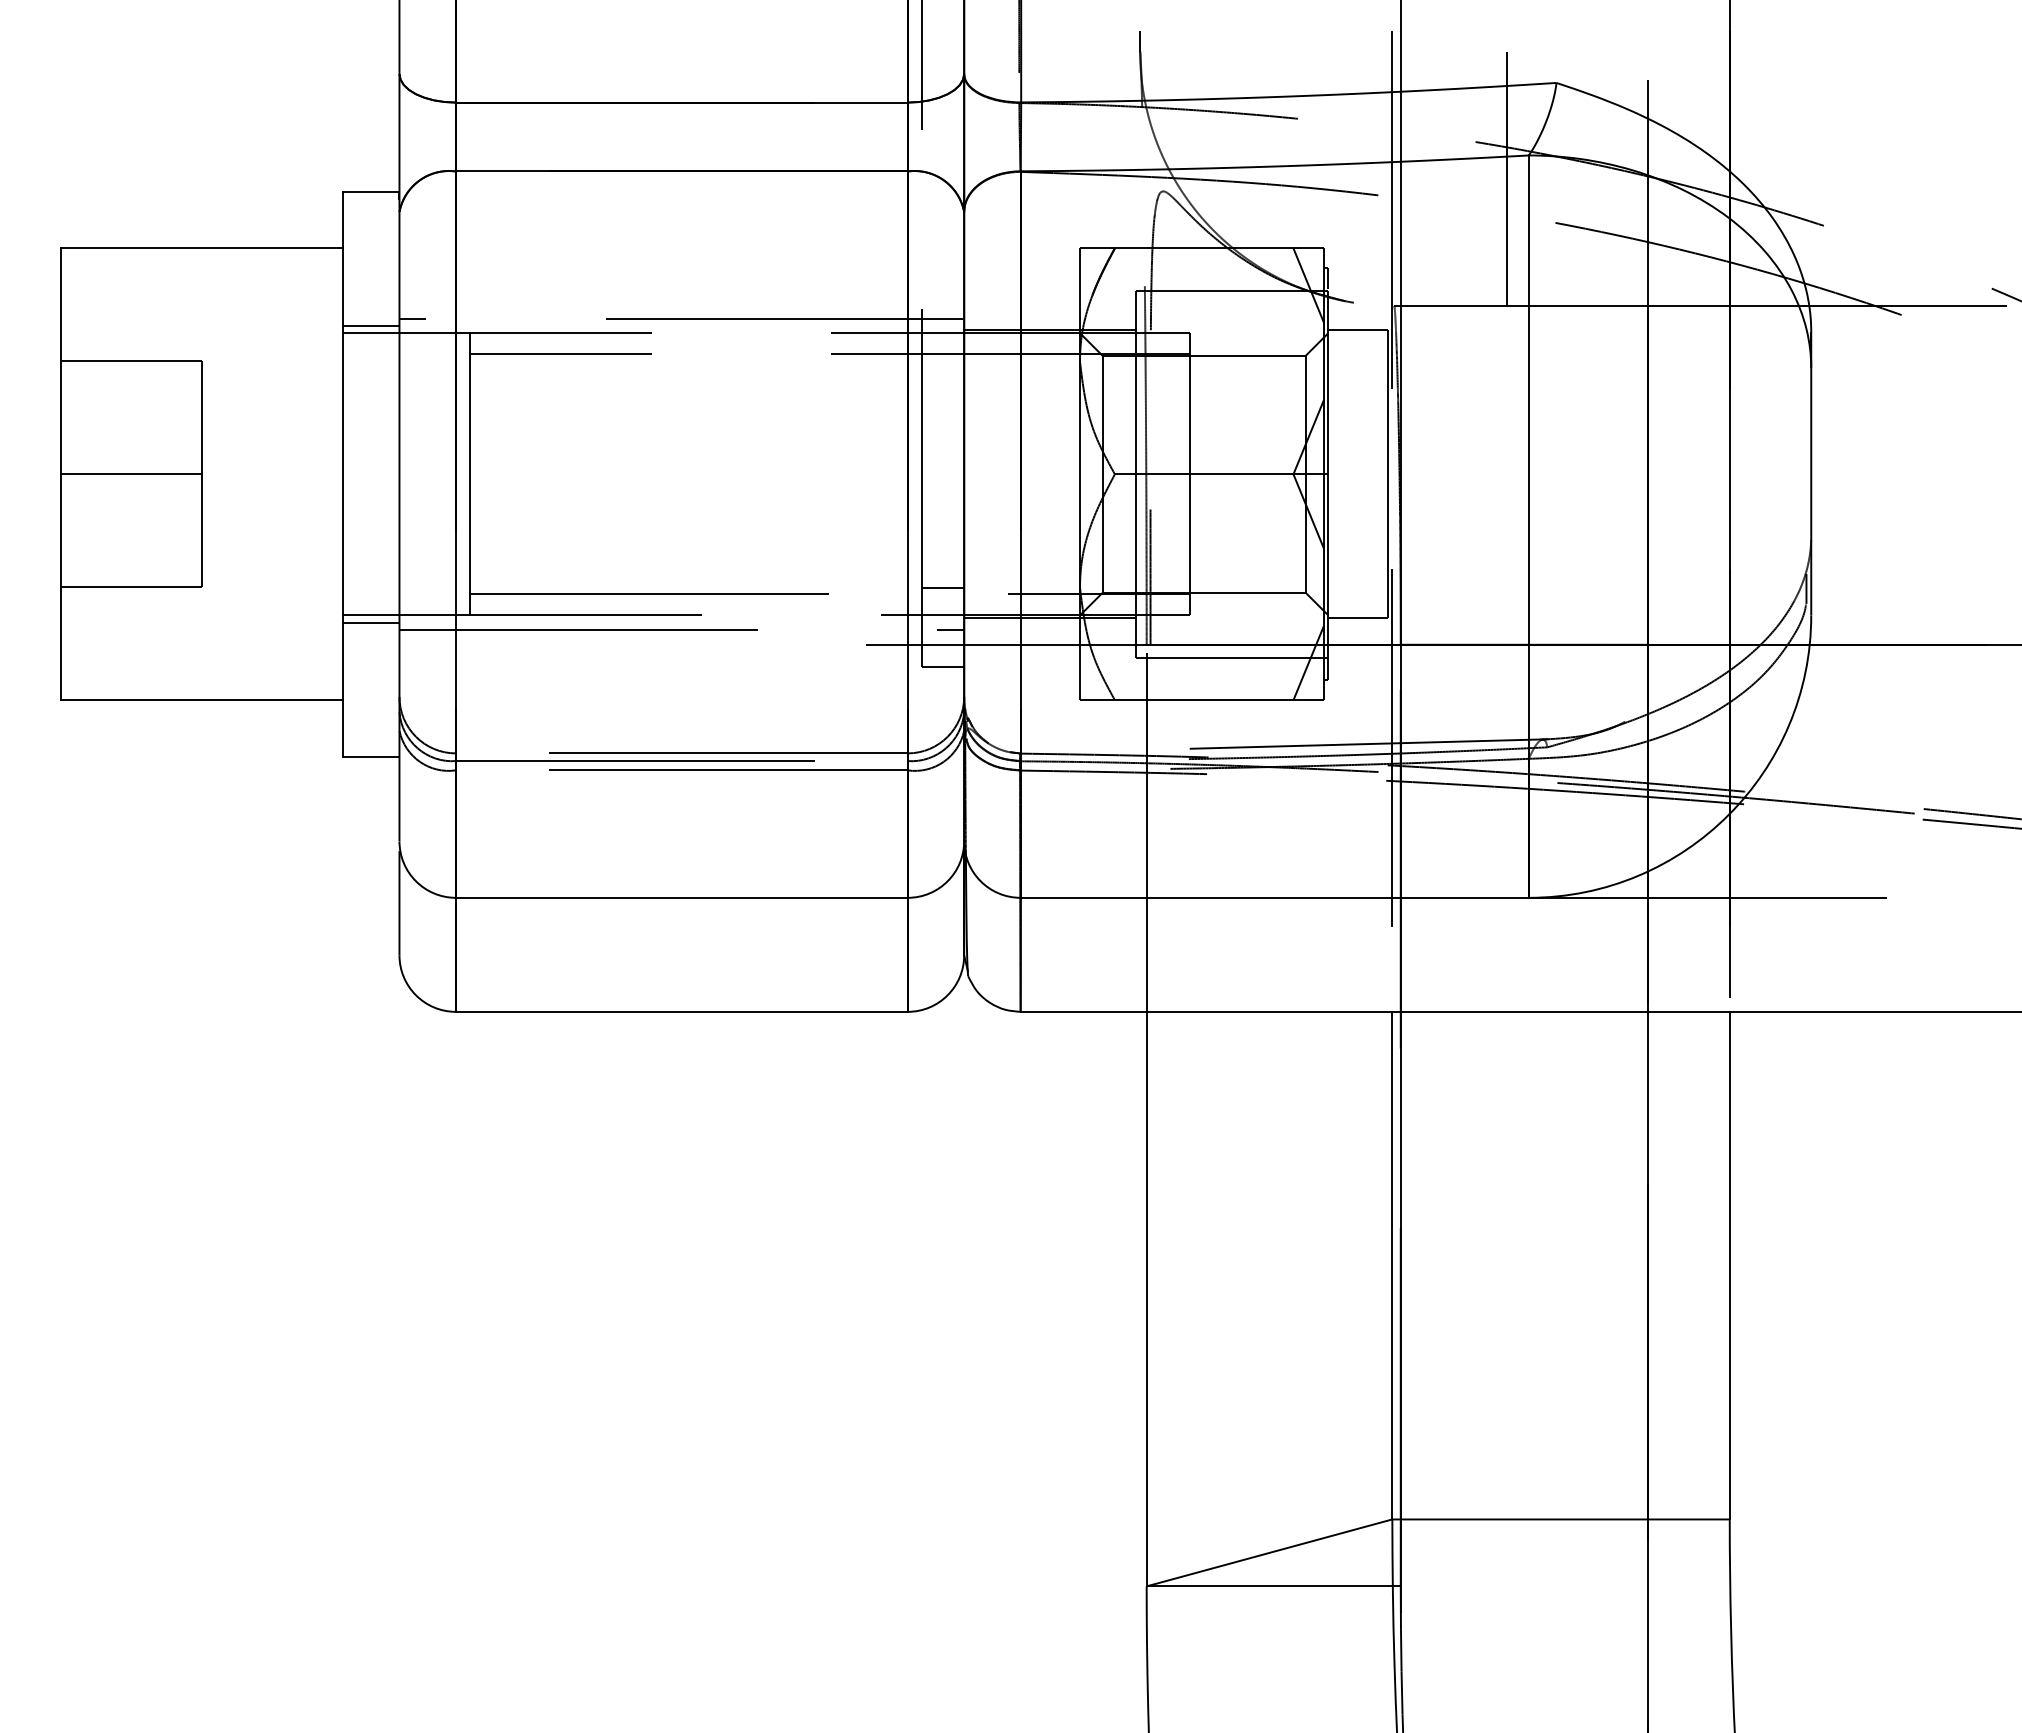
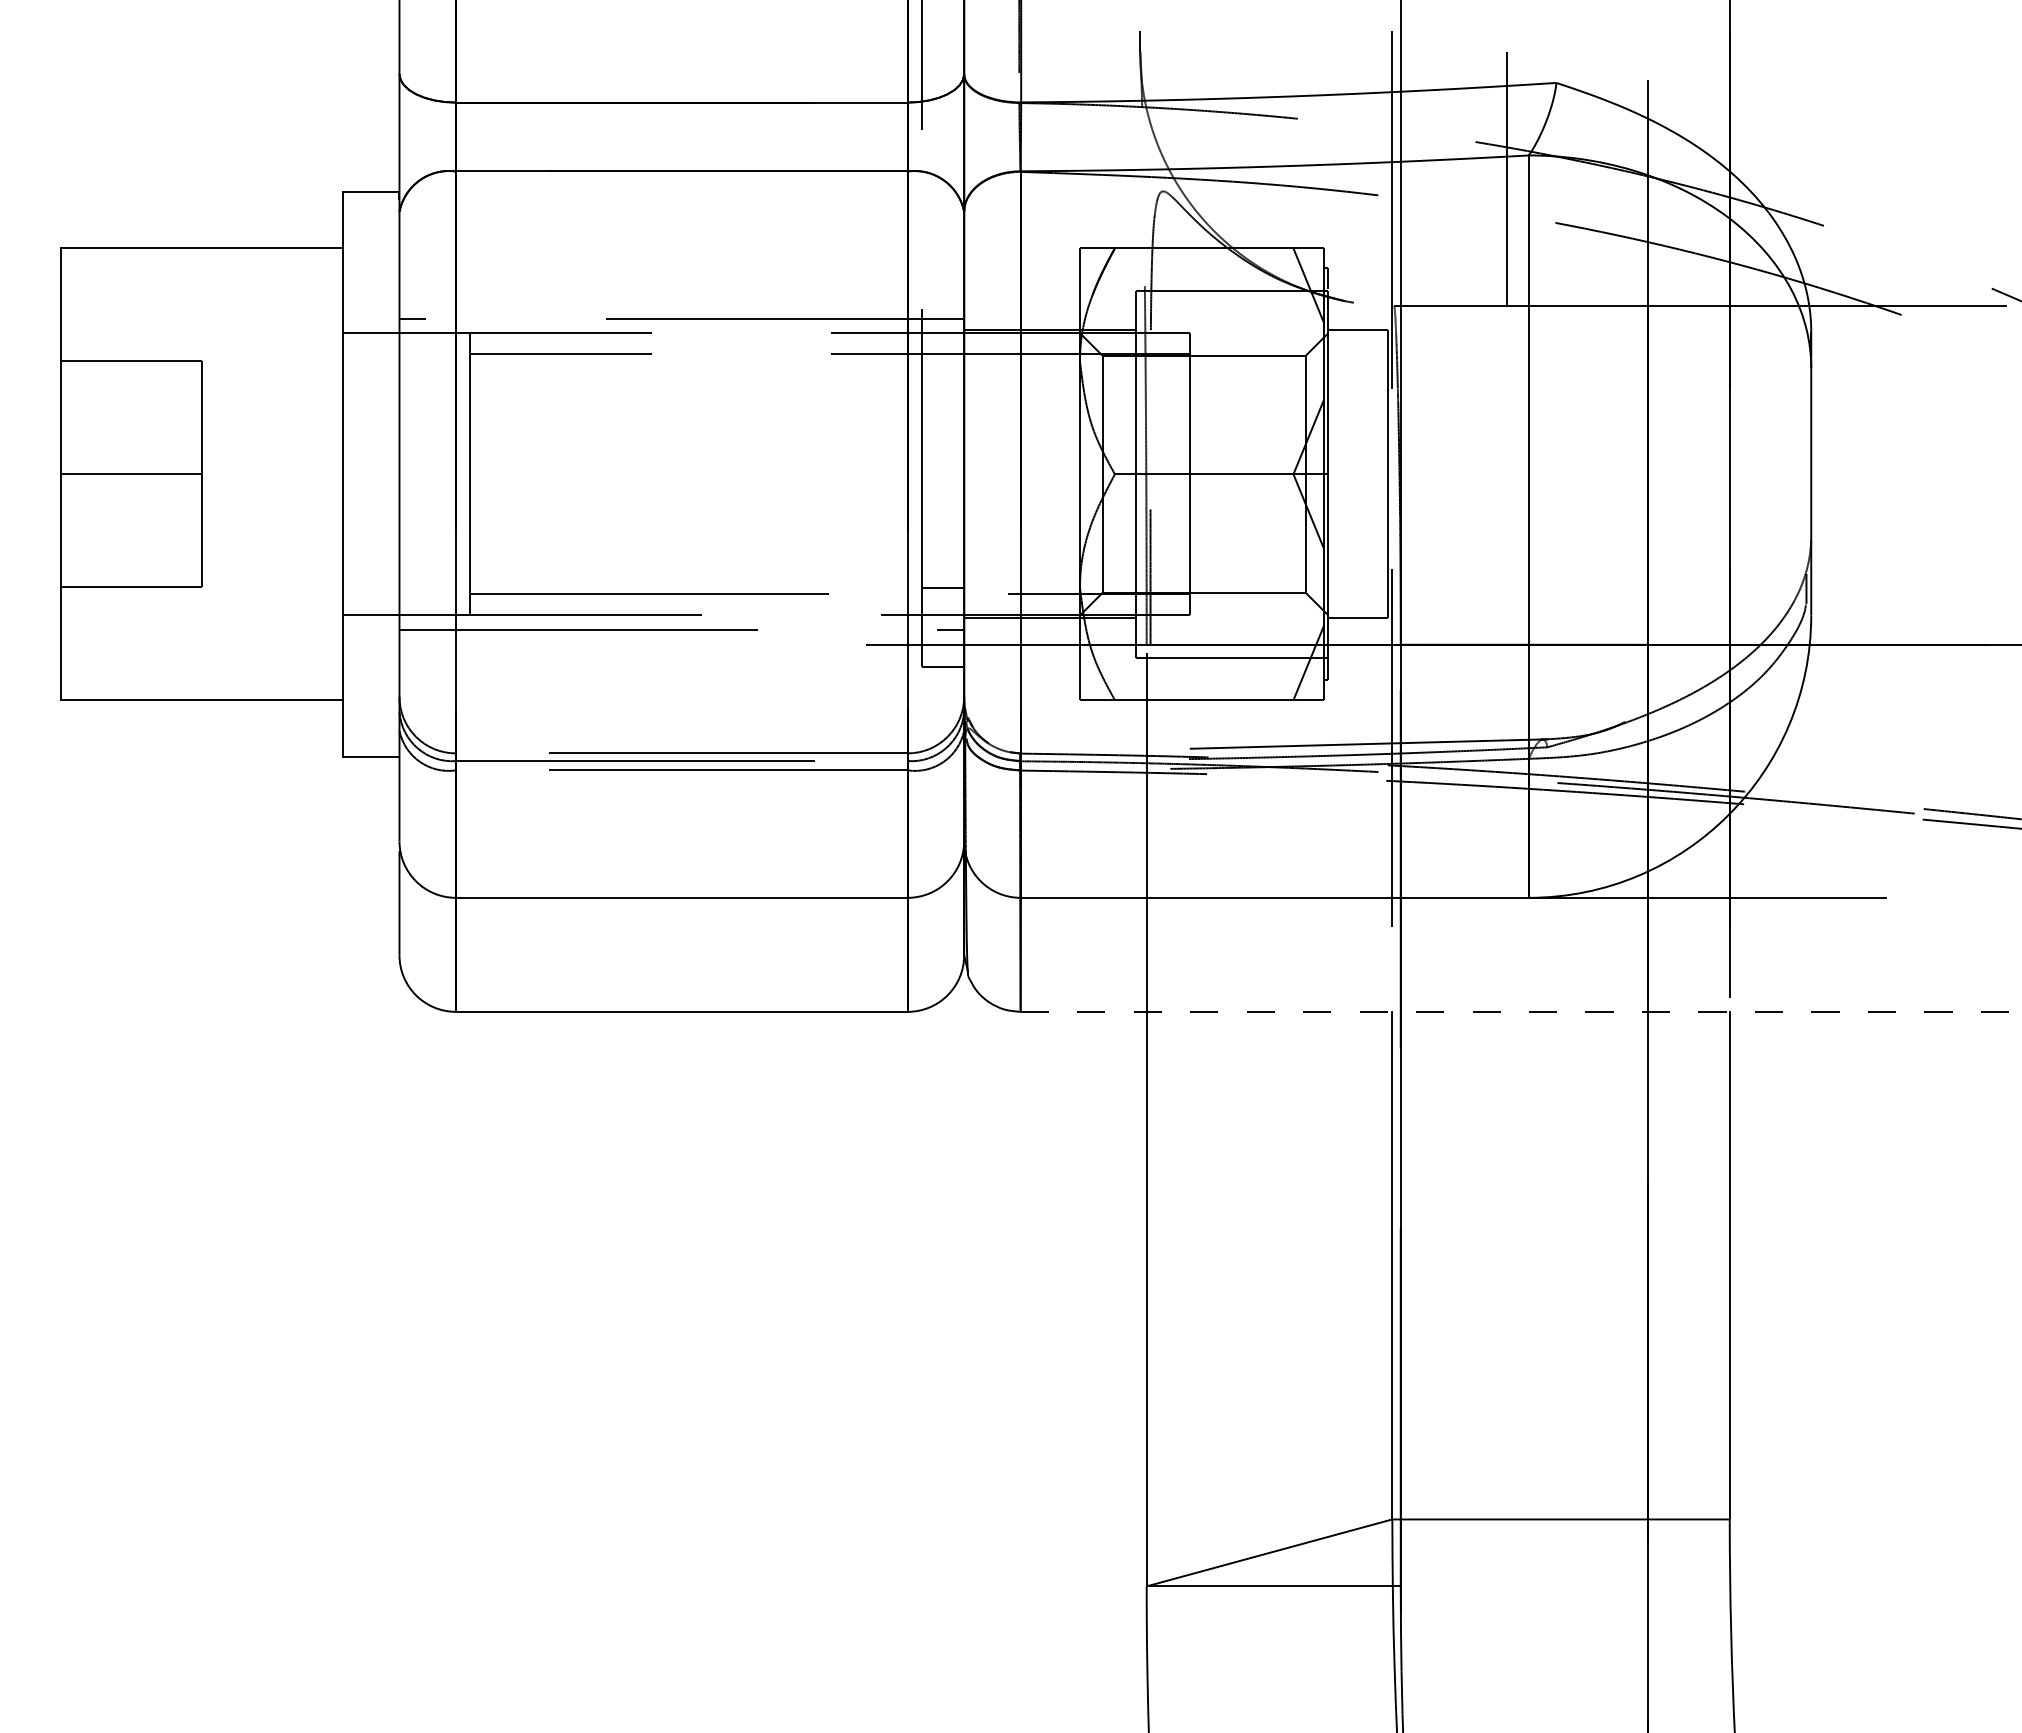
line at (371, 326): present -> none
line at (371, 622): present -> none
line at (1521, 1011): solid -> dashed
